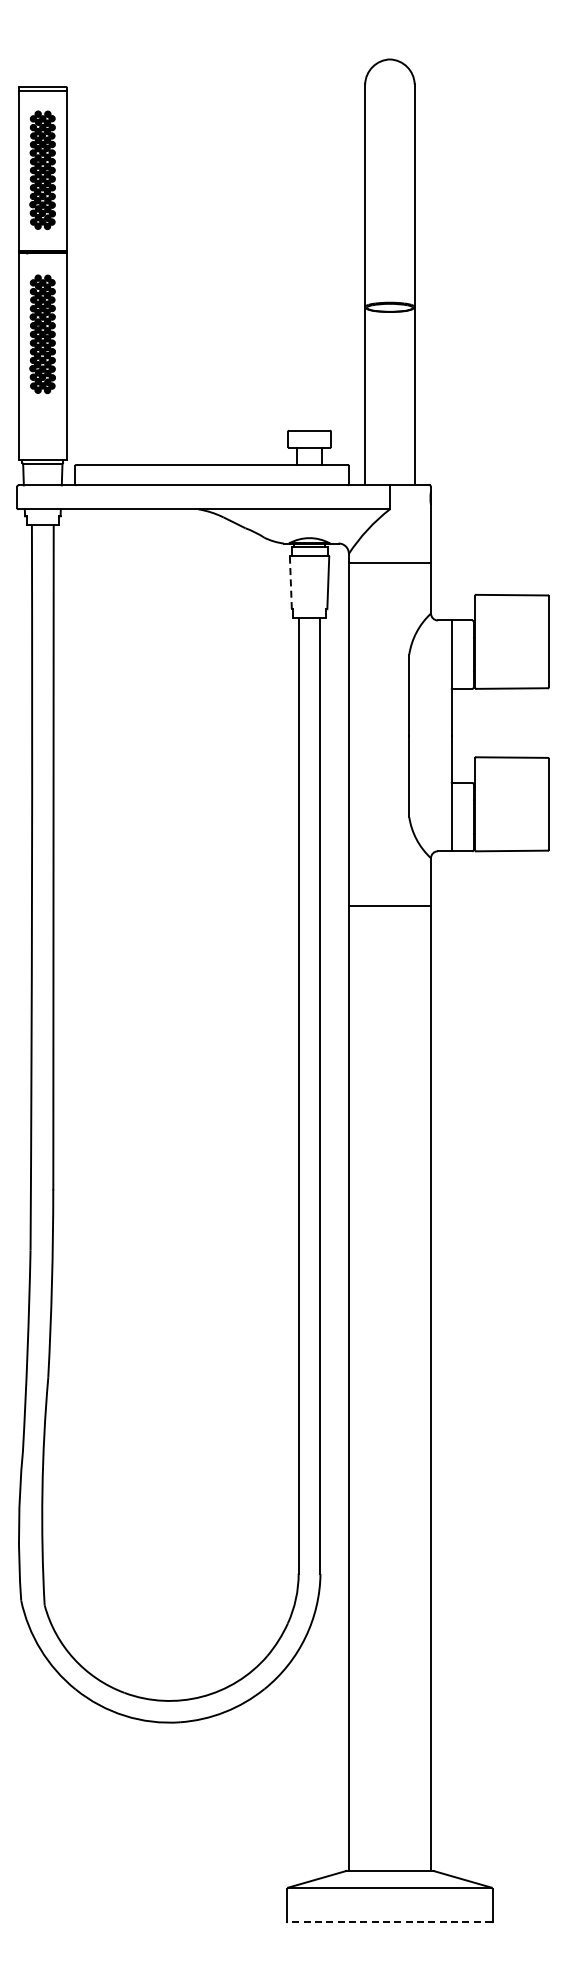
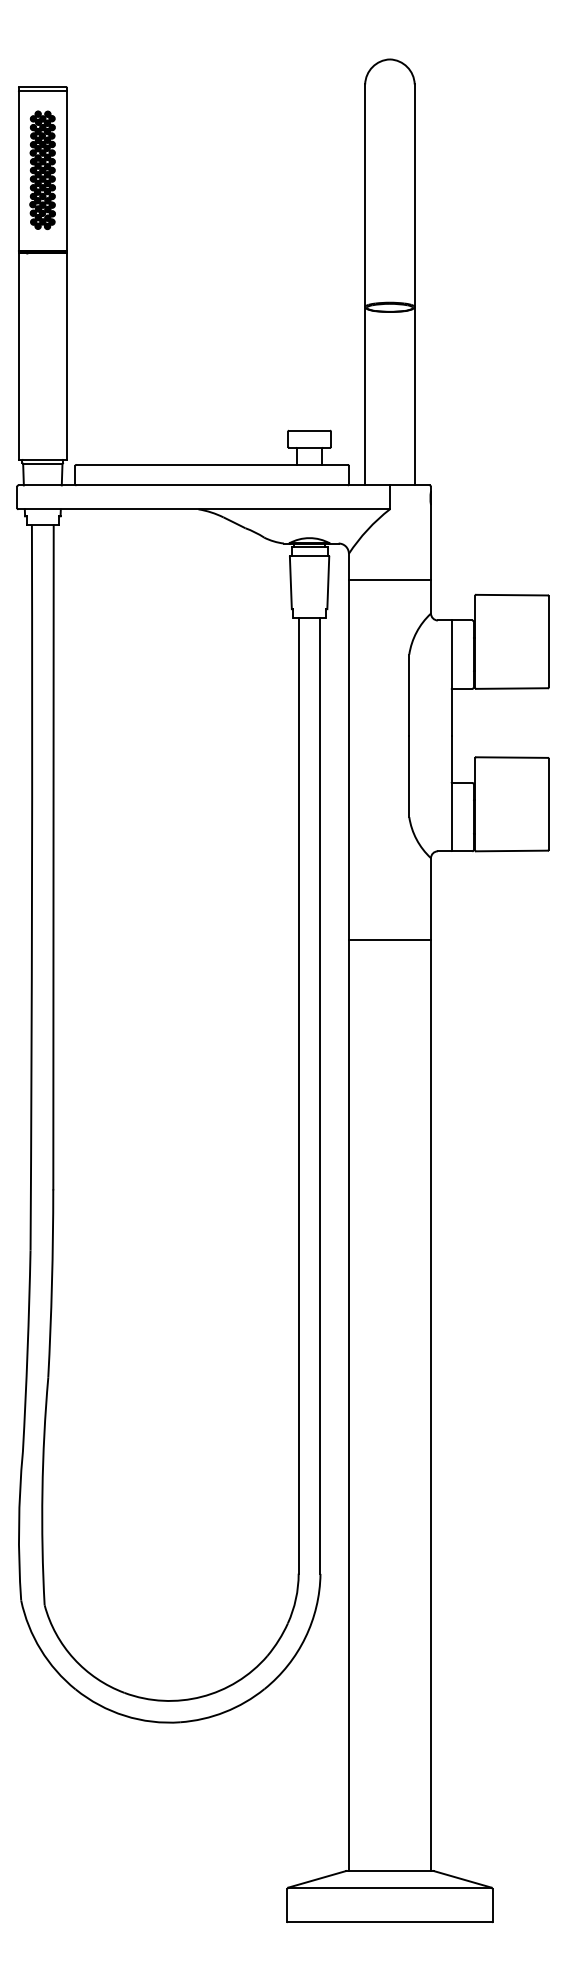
part at (42, 334): present -> none
line at (389, 563) position: (389, 563) -> (389, 580)
line at (290, 583): dashed -> solid
line at (389, 906) position: (389, 906) -> (389, 940)
line at (389, 1922): dashed -> solid
